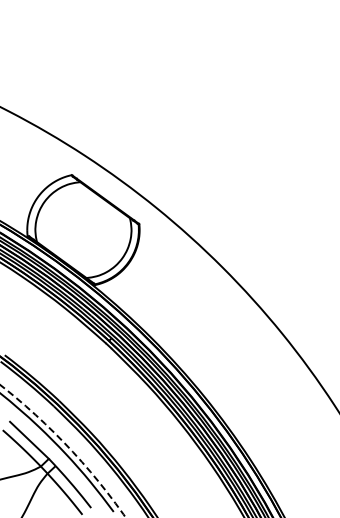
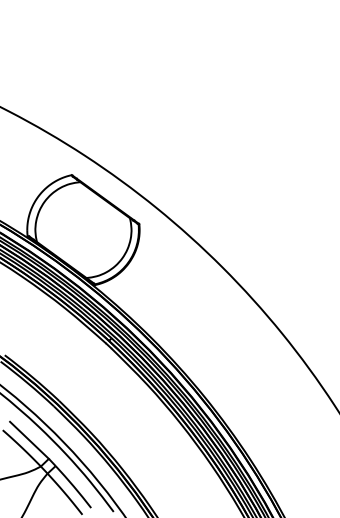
arc at (66, 445): dashed -> solid
